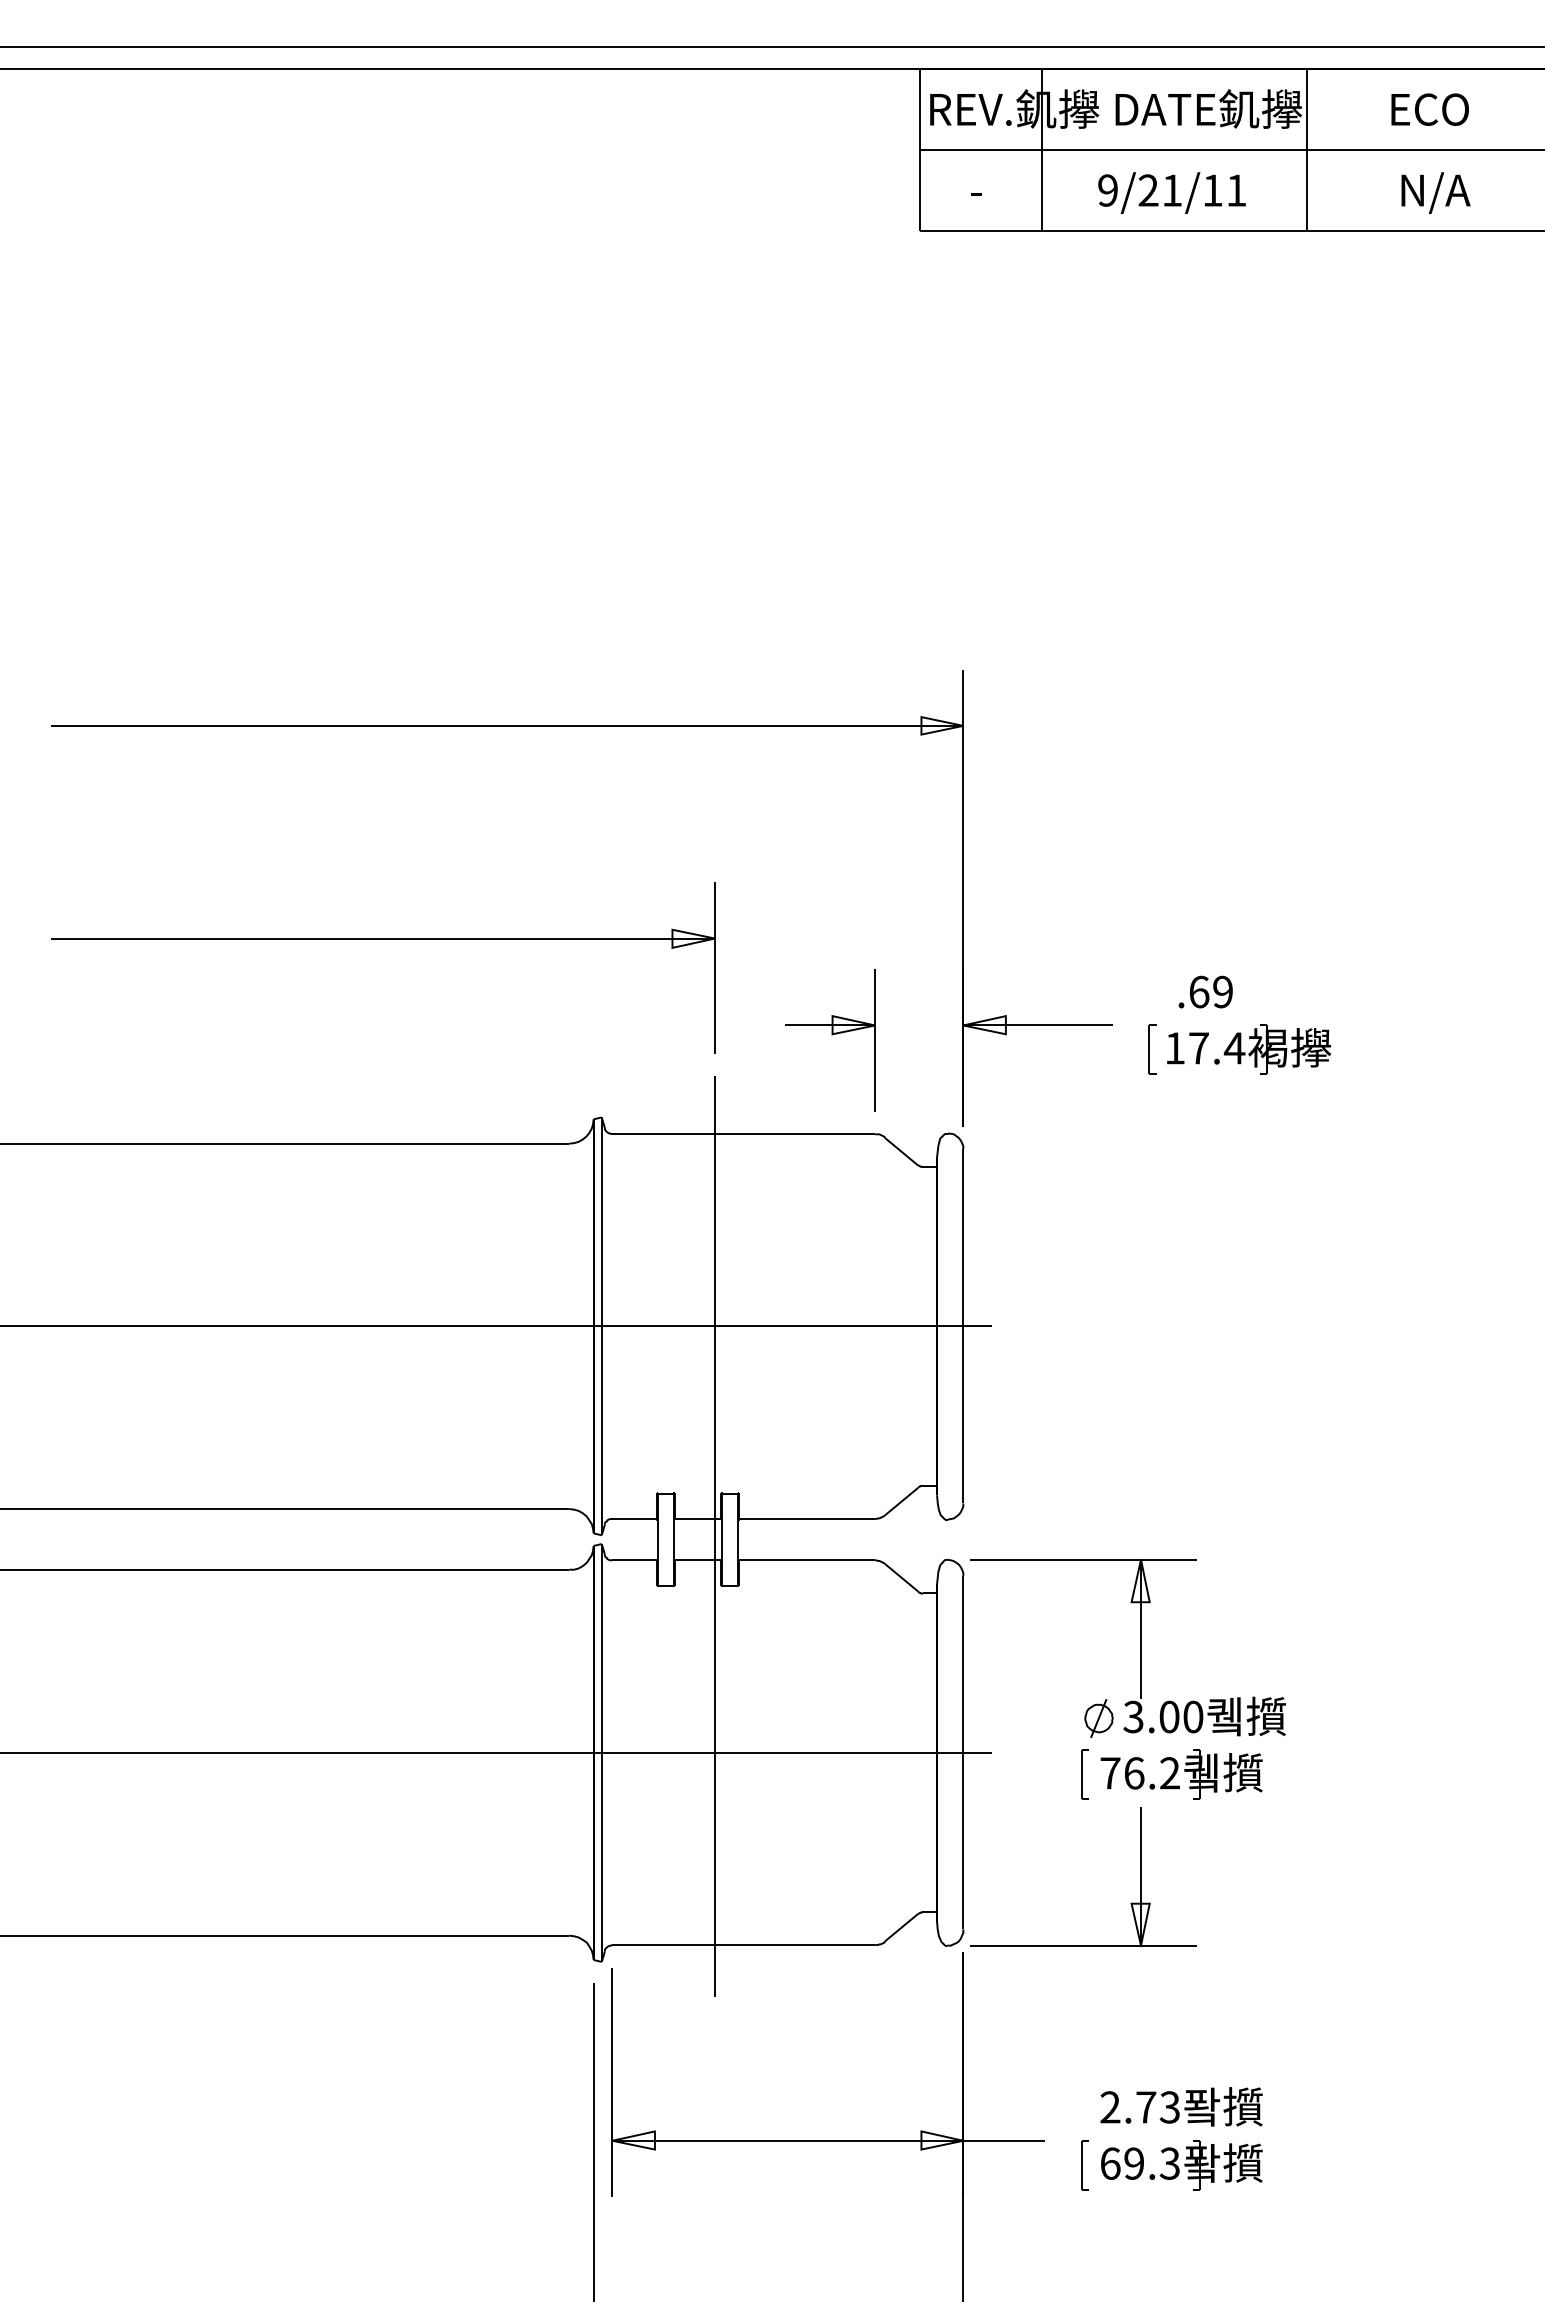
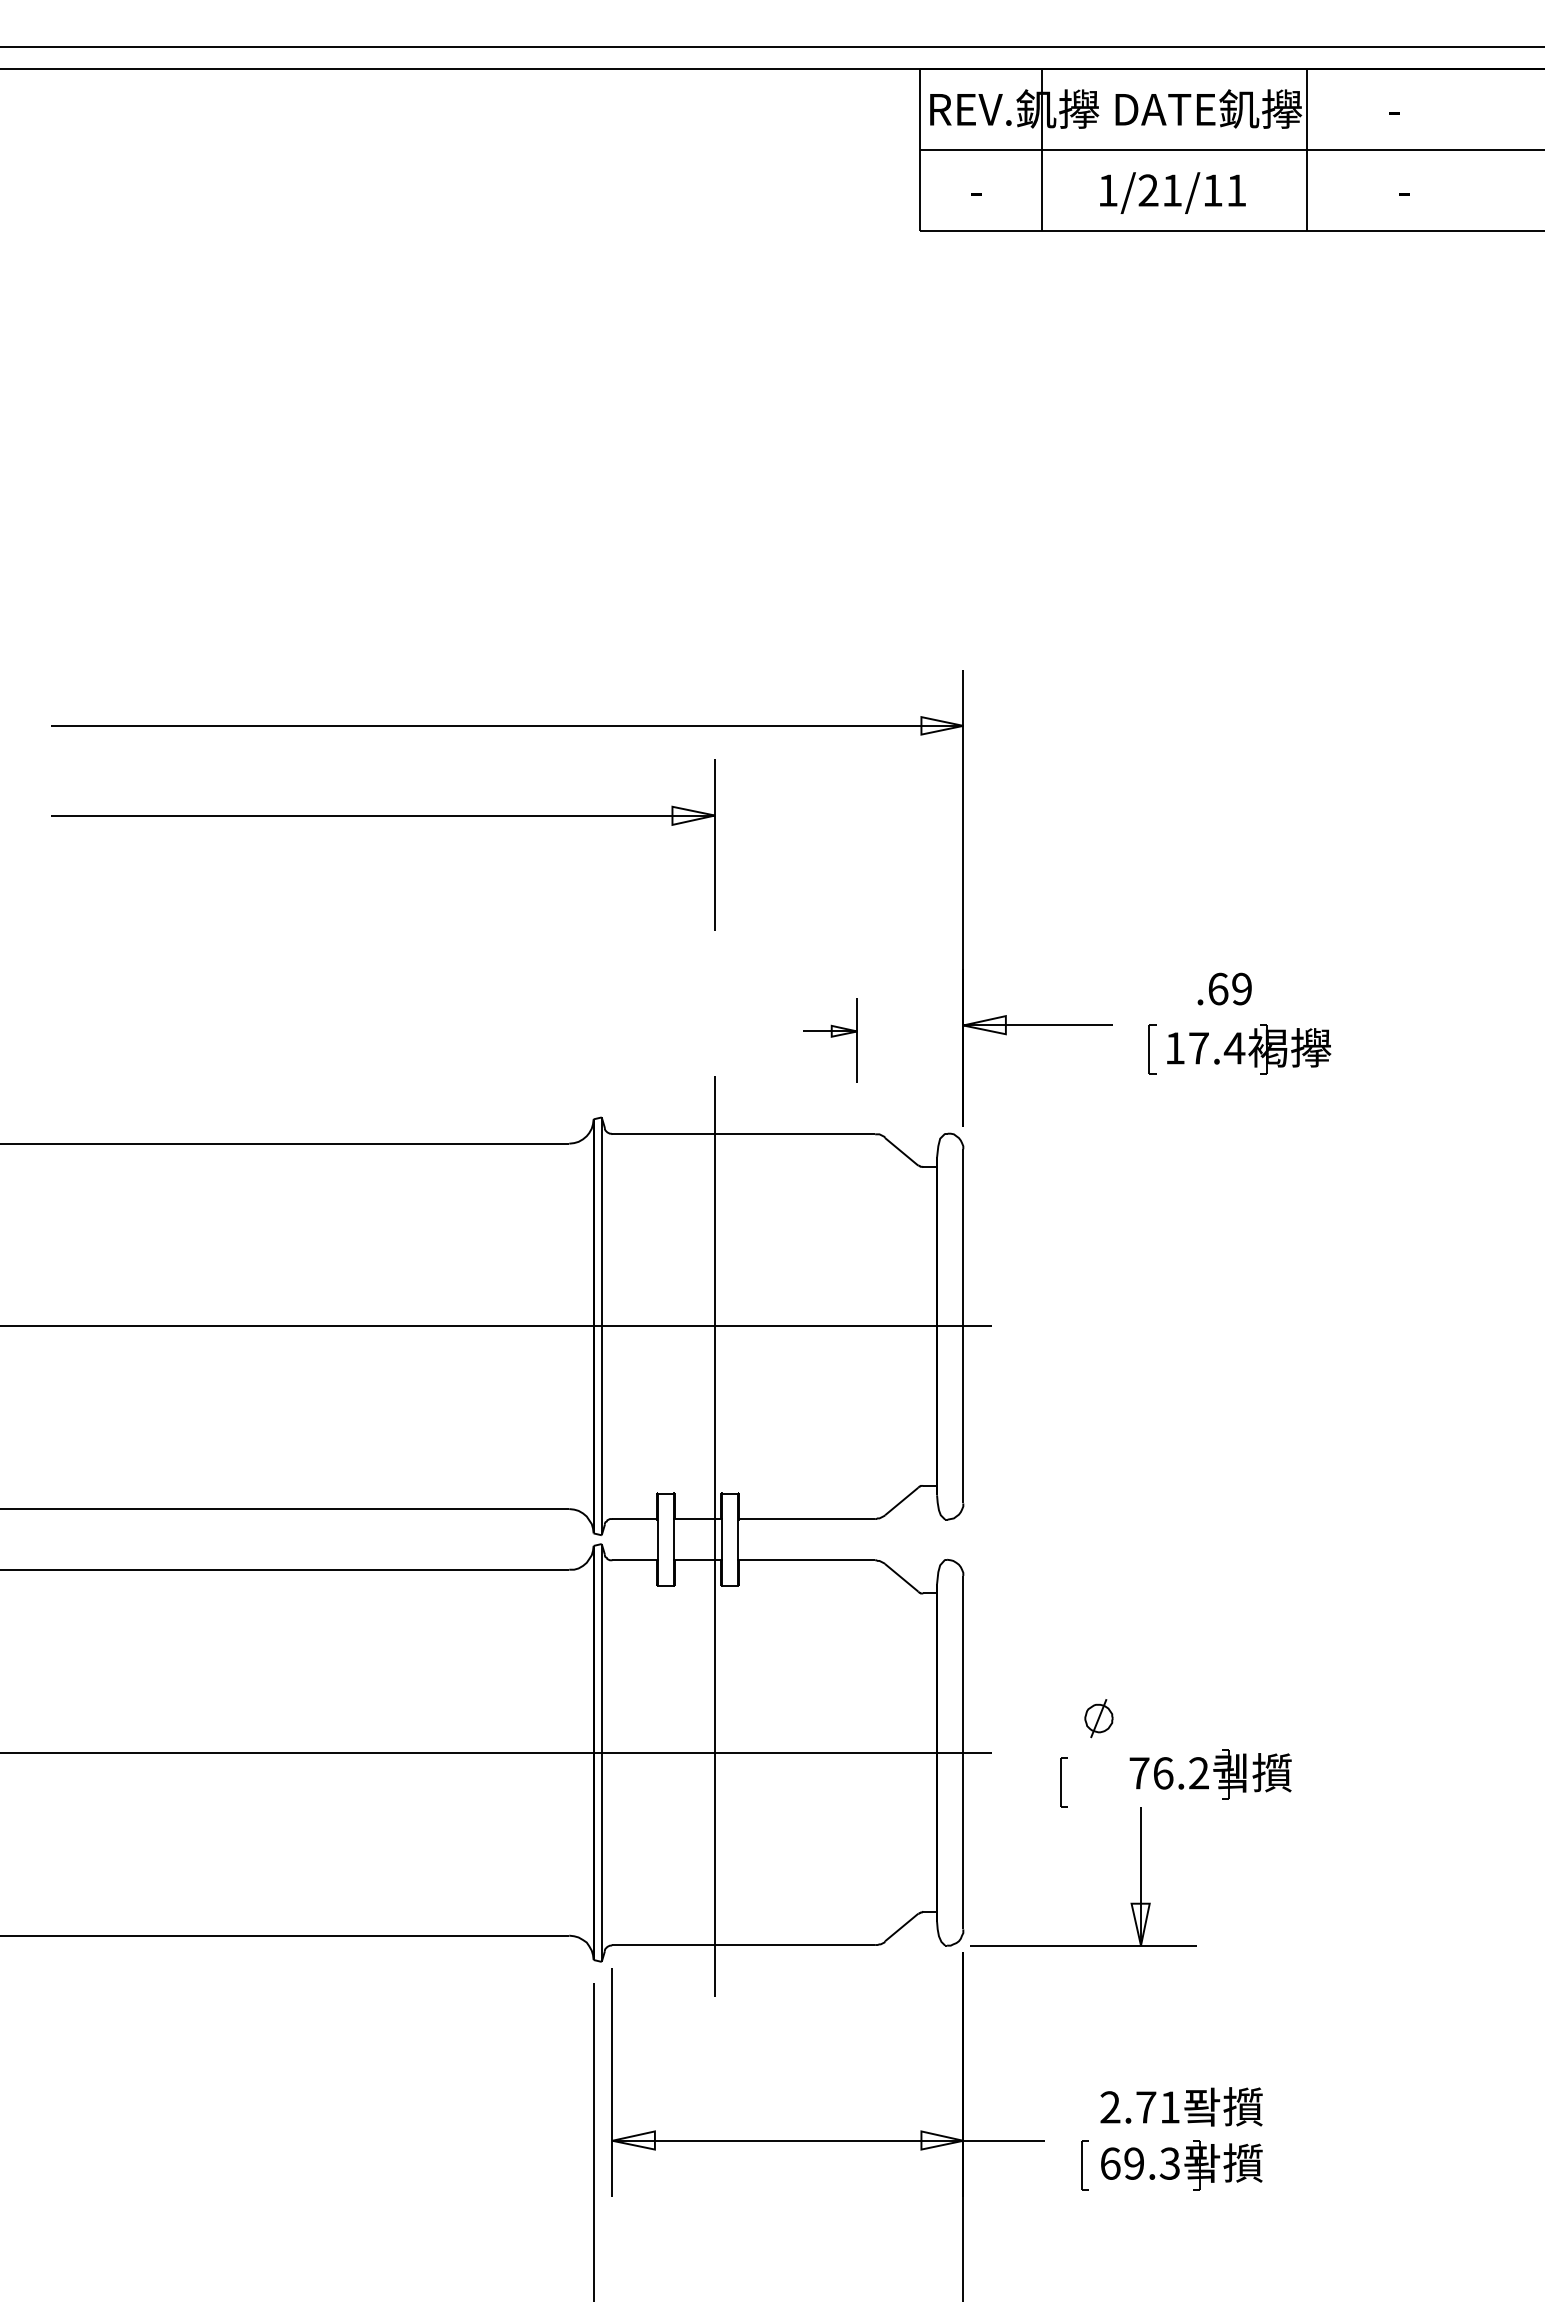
text at (1428, 109): ECO -> -^M
text at (1107, 190): 9/21/11 -> 1/21/11
text at (1434, 192): N/A -> -^M
part at (383, 939) position: (383, 939) -> (383, 816)
text at (1205, 991) position: (1205, 991) -> (1224, 988)
part at (830, 1040) size: 91x143 px -> 55x85 px
part at (1140, 1647): present -> none
part at (1084, 1774) position: (1084, 1774) -> (1063, 1782)
part at (1181, 1774) position: (1181, 1774) -> (1210, 1774)
text at (1169, 2107): 2.73 -> 2.71
